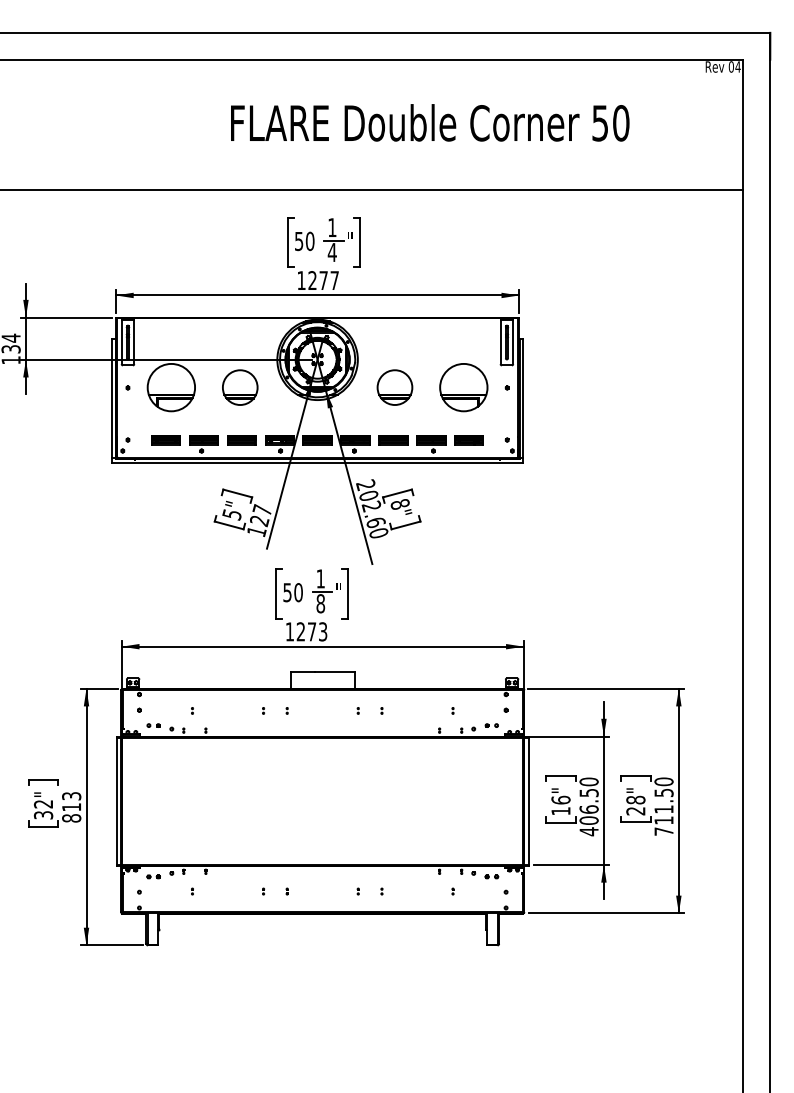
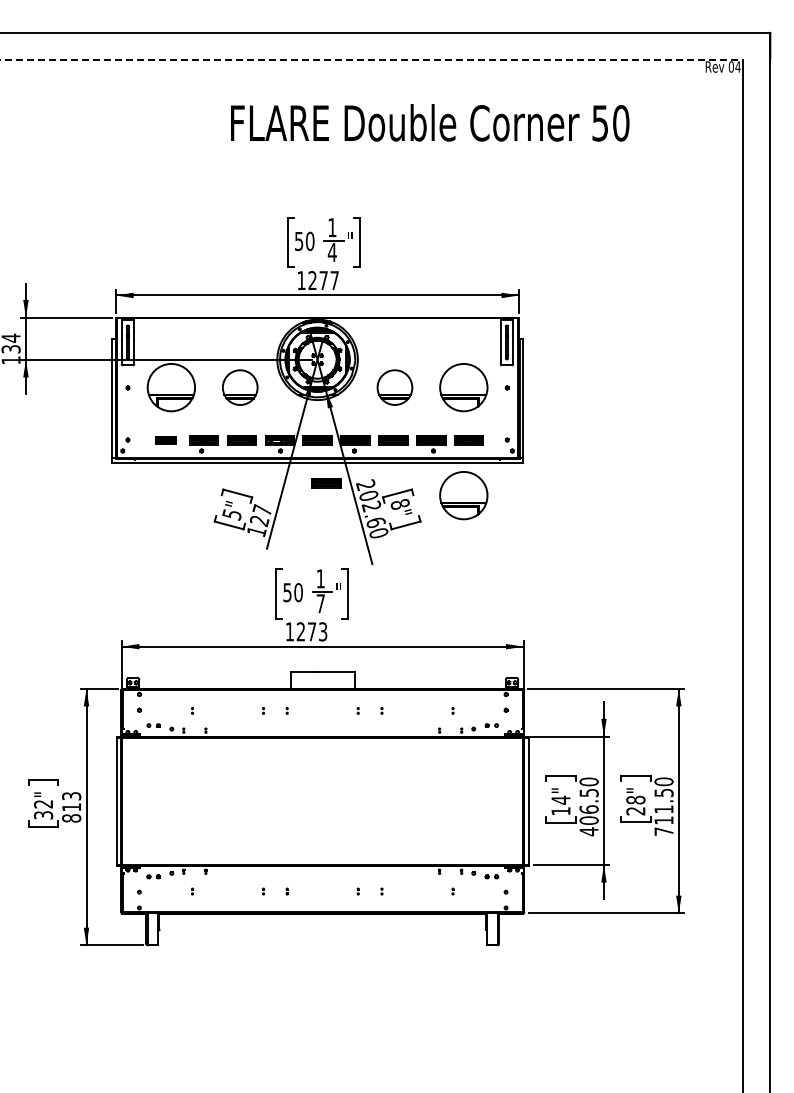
line at (372, 59): solid -> dashed
line at (372, 189): present -> none
part at (165, 440) size: 30x11 px -> 22x9 px
part at (326, 483): none -> present
part at (463, 495): none -> present
text at (320, 603): 8 -> 7
text at (560, 799): 16" -> 14"
